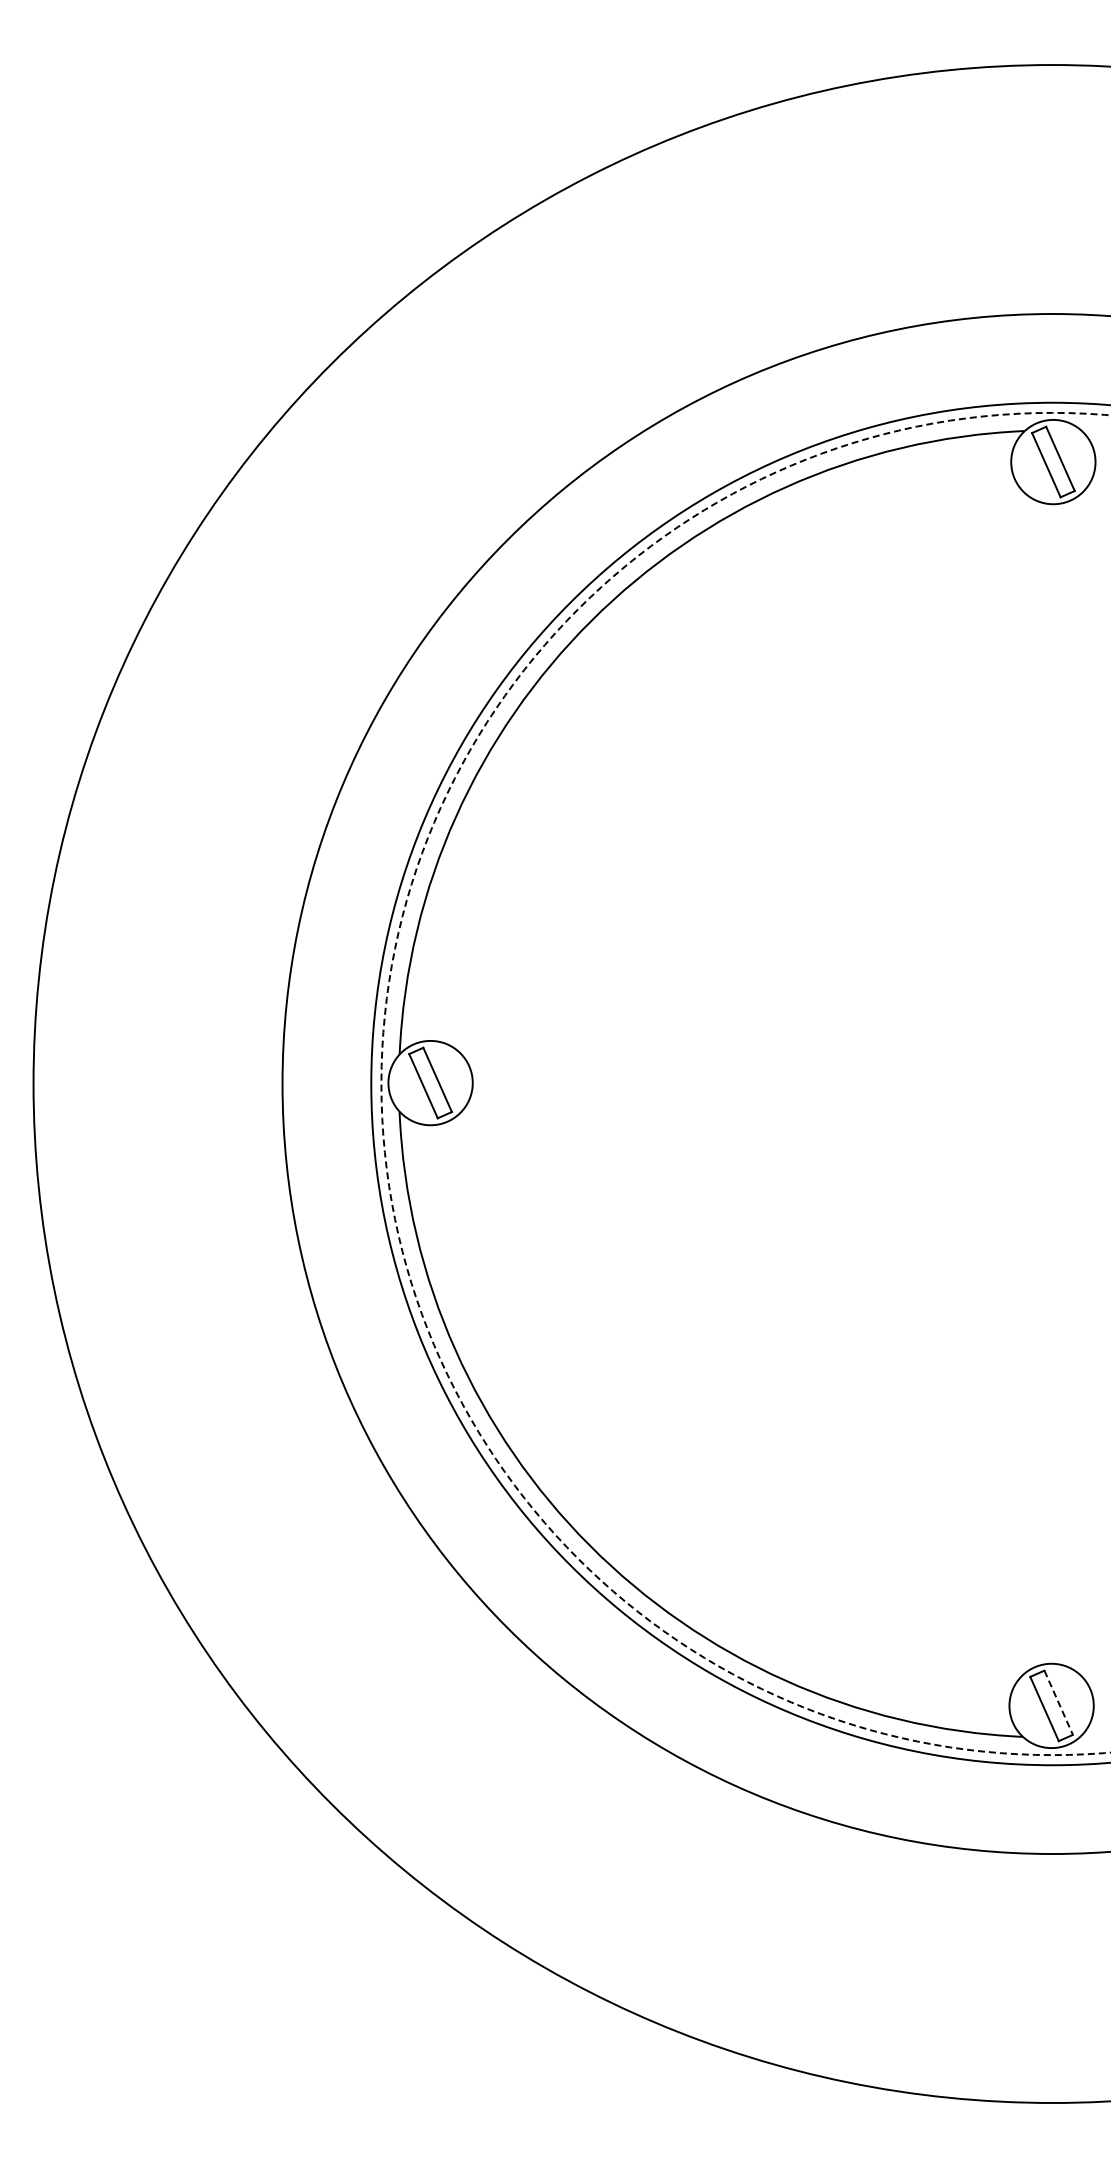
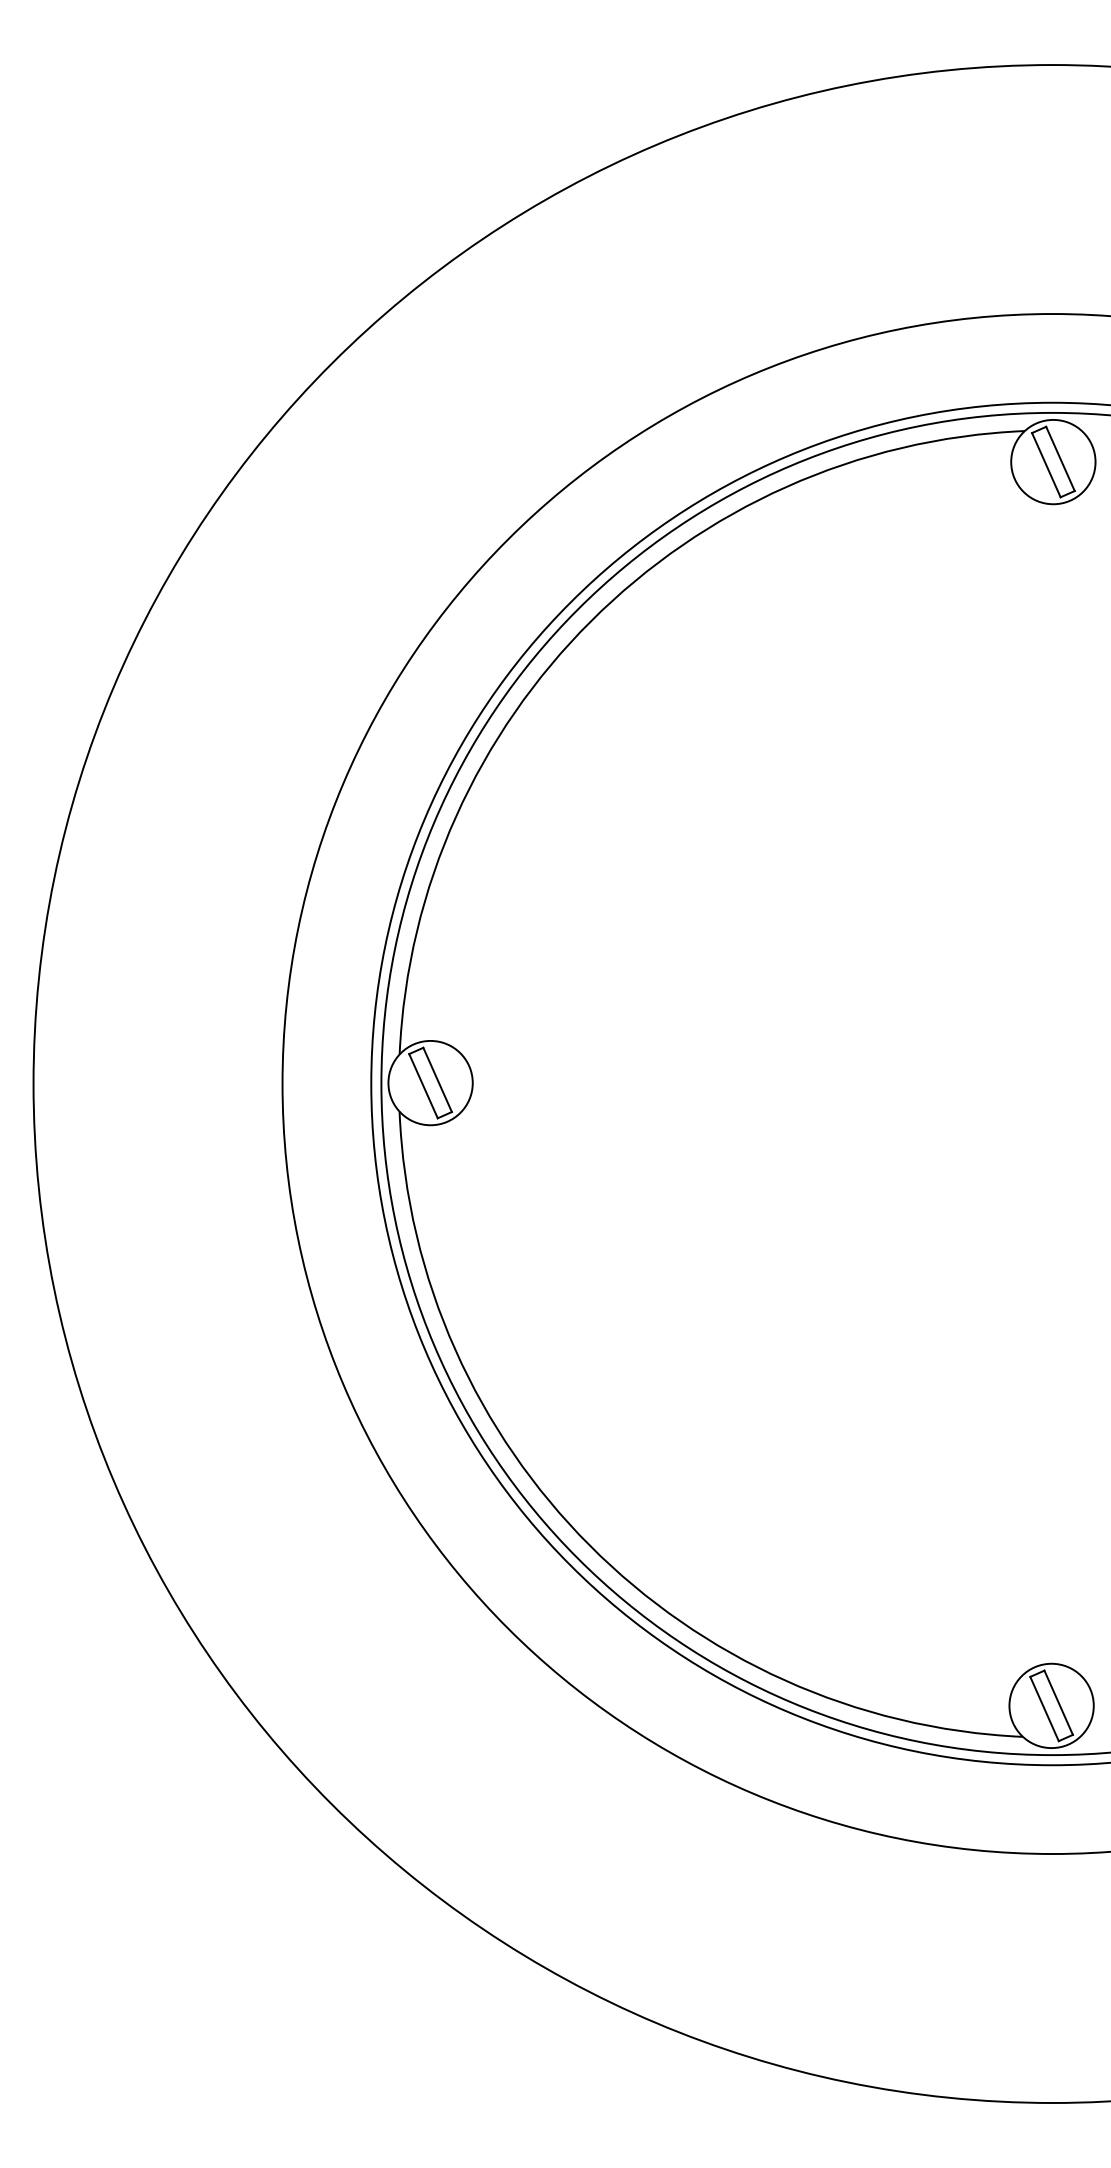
circle at (745, 1083): dashed -> solid
line at (1058, 1703): dashed -> solid
